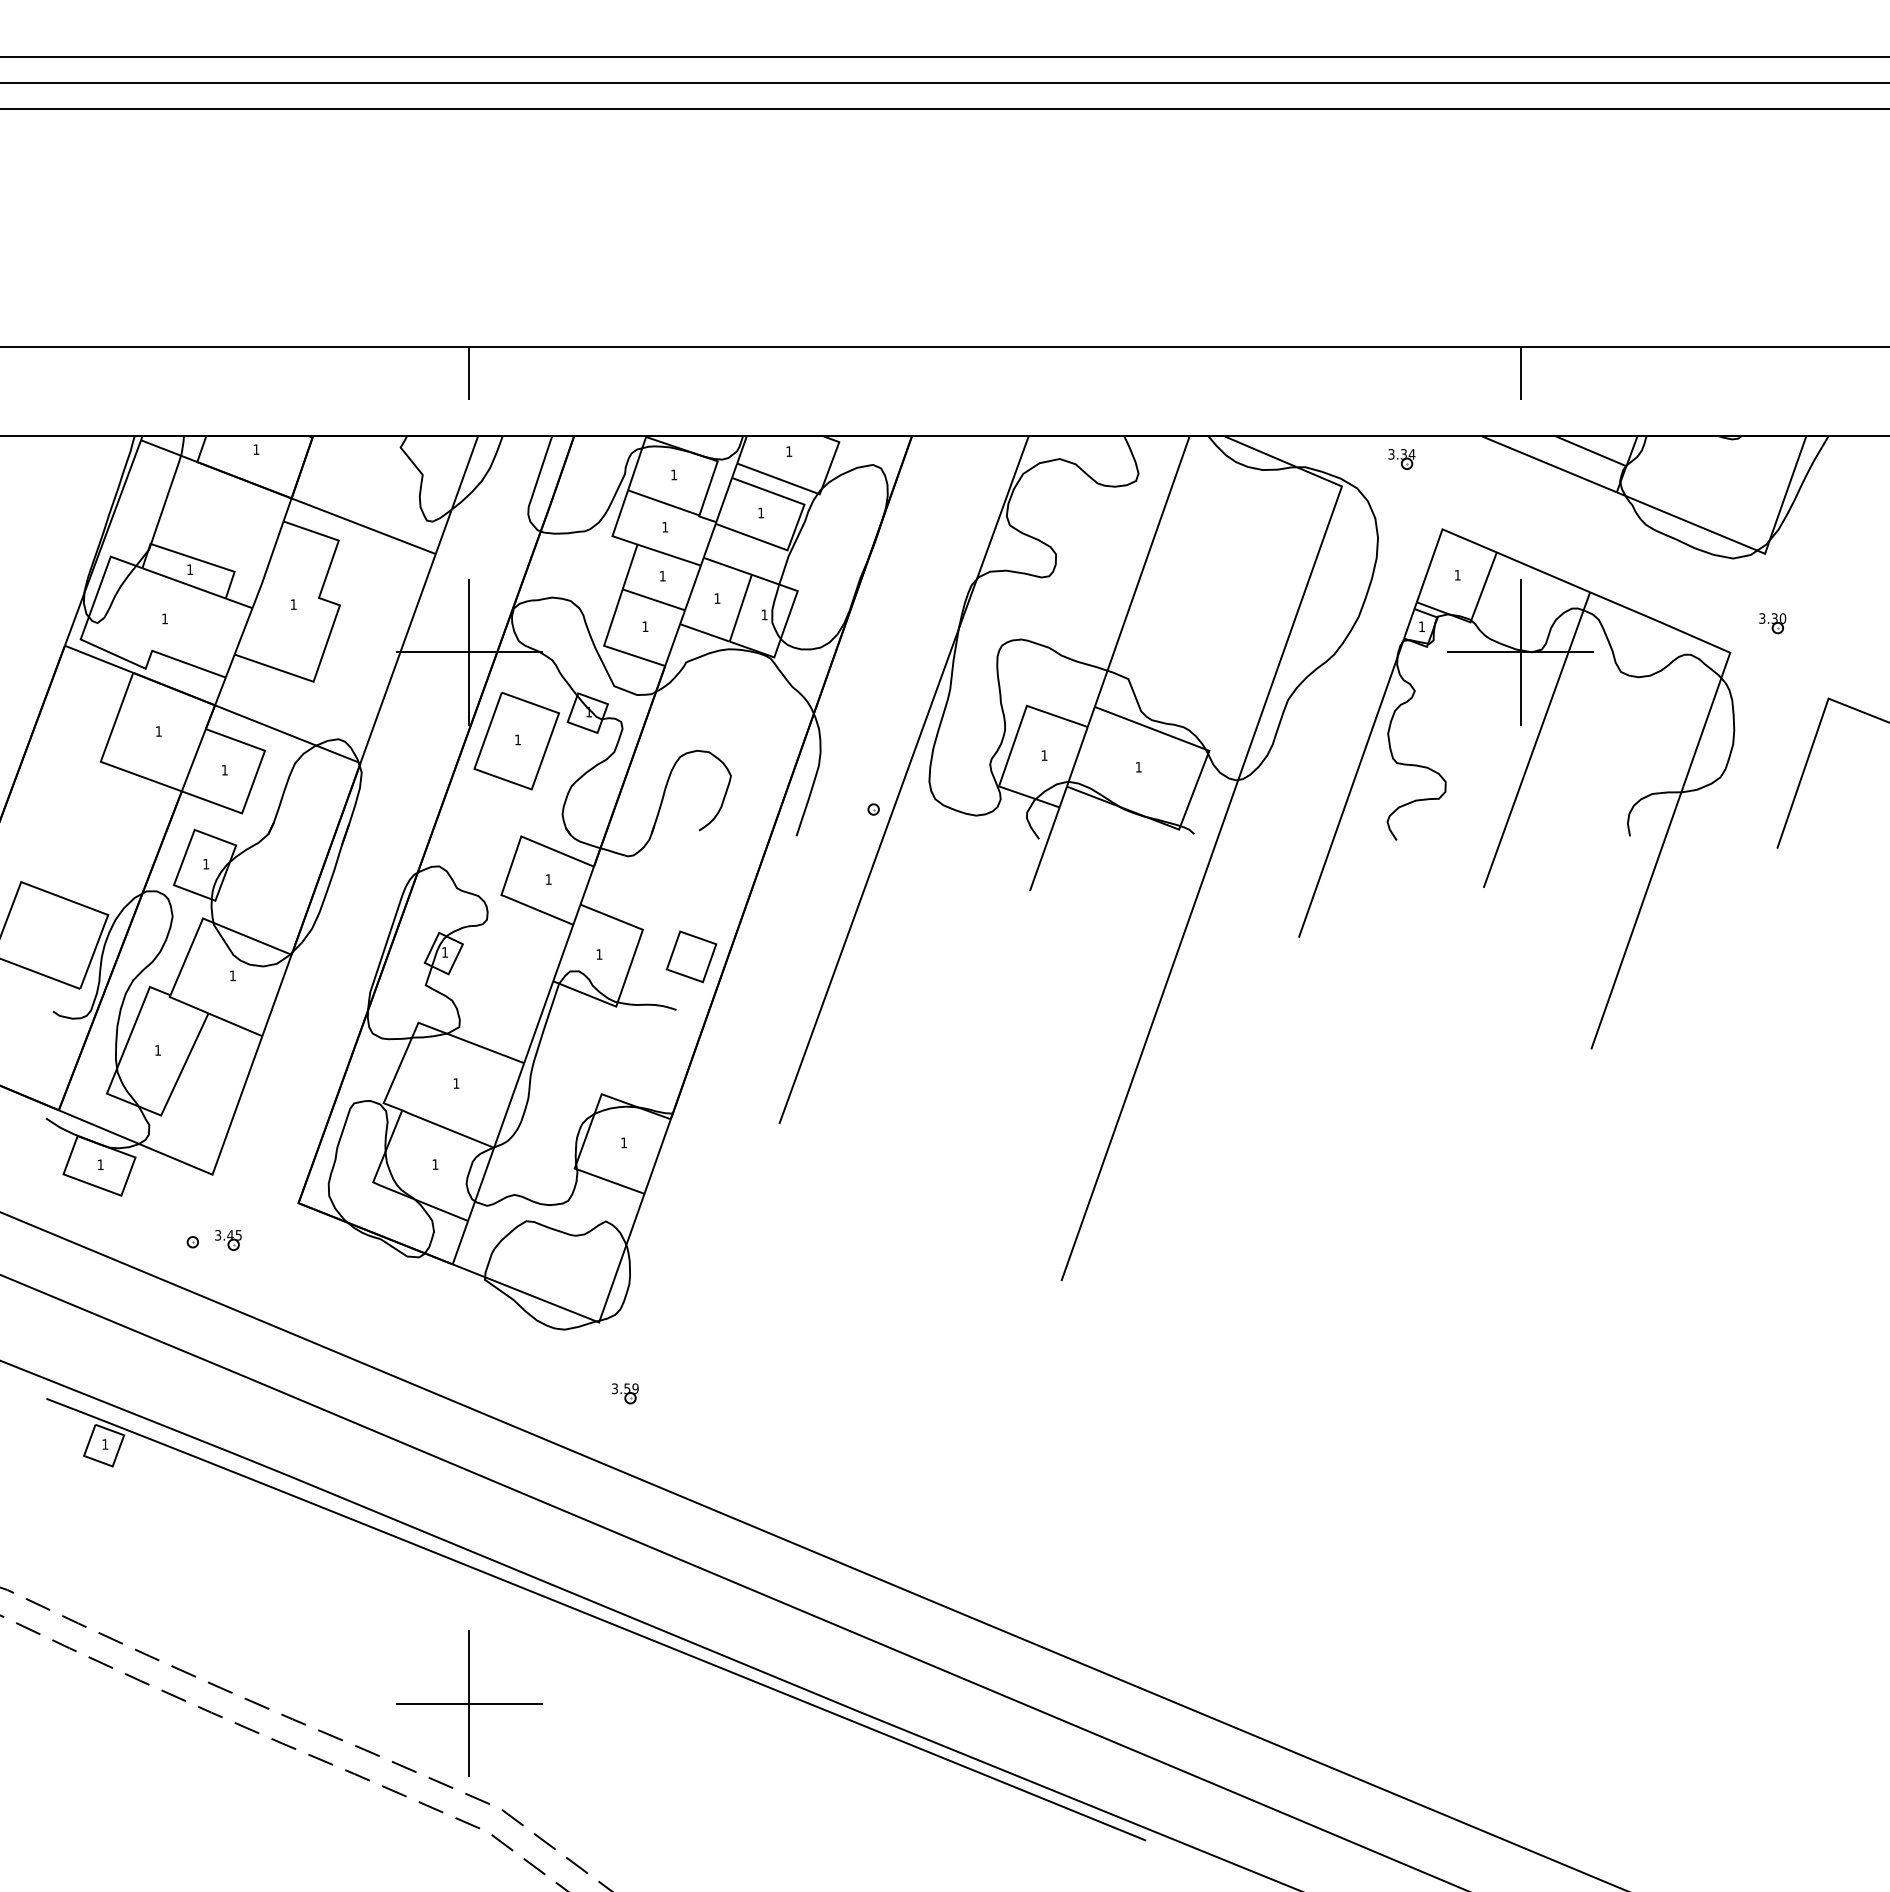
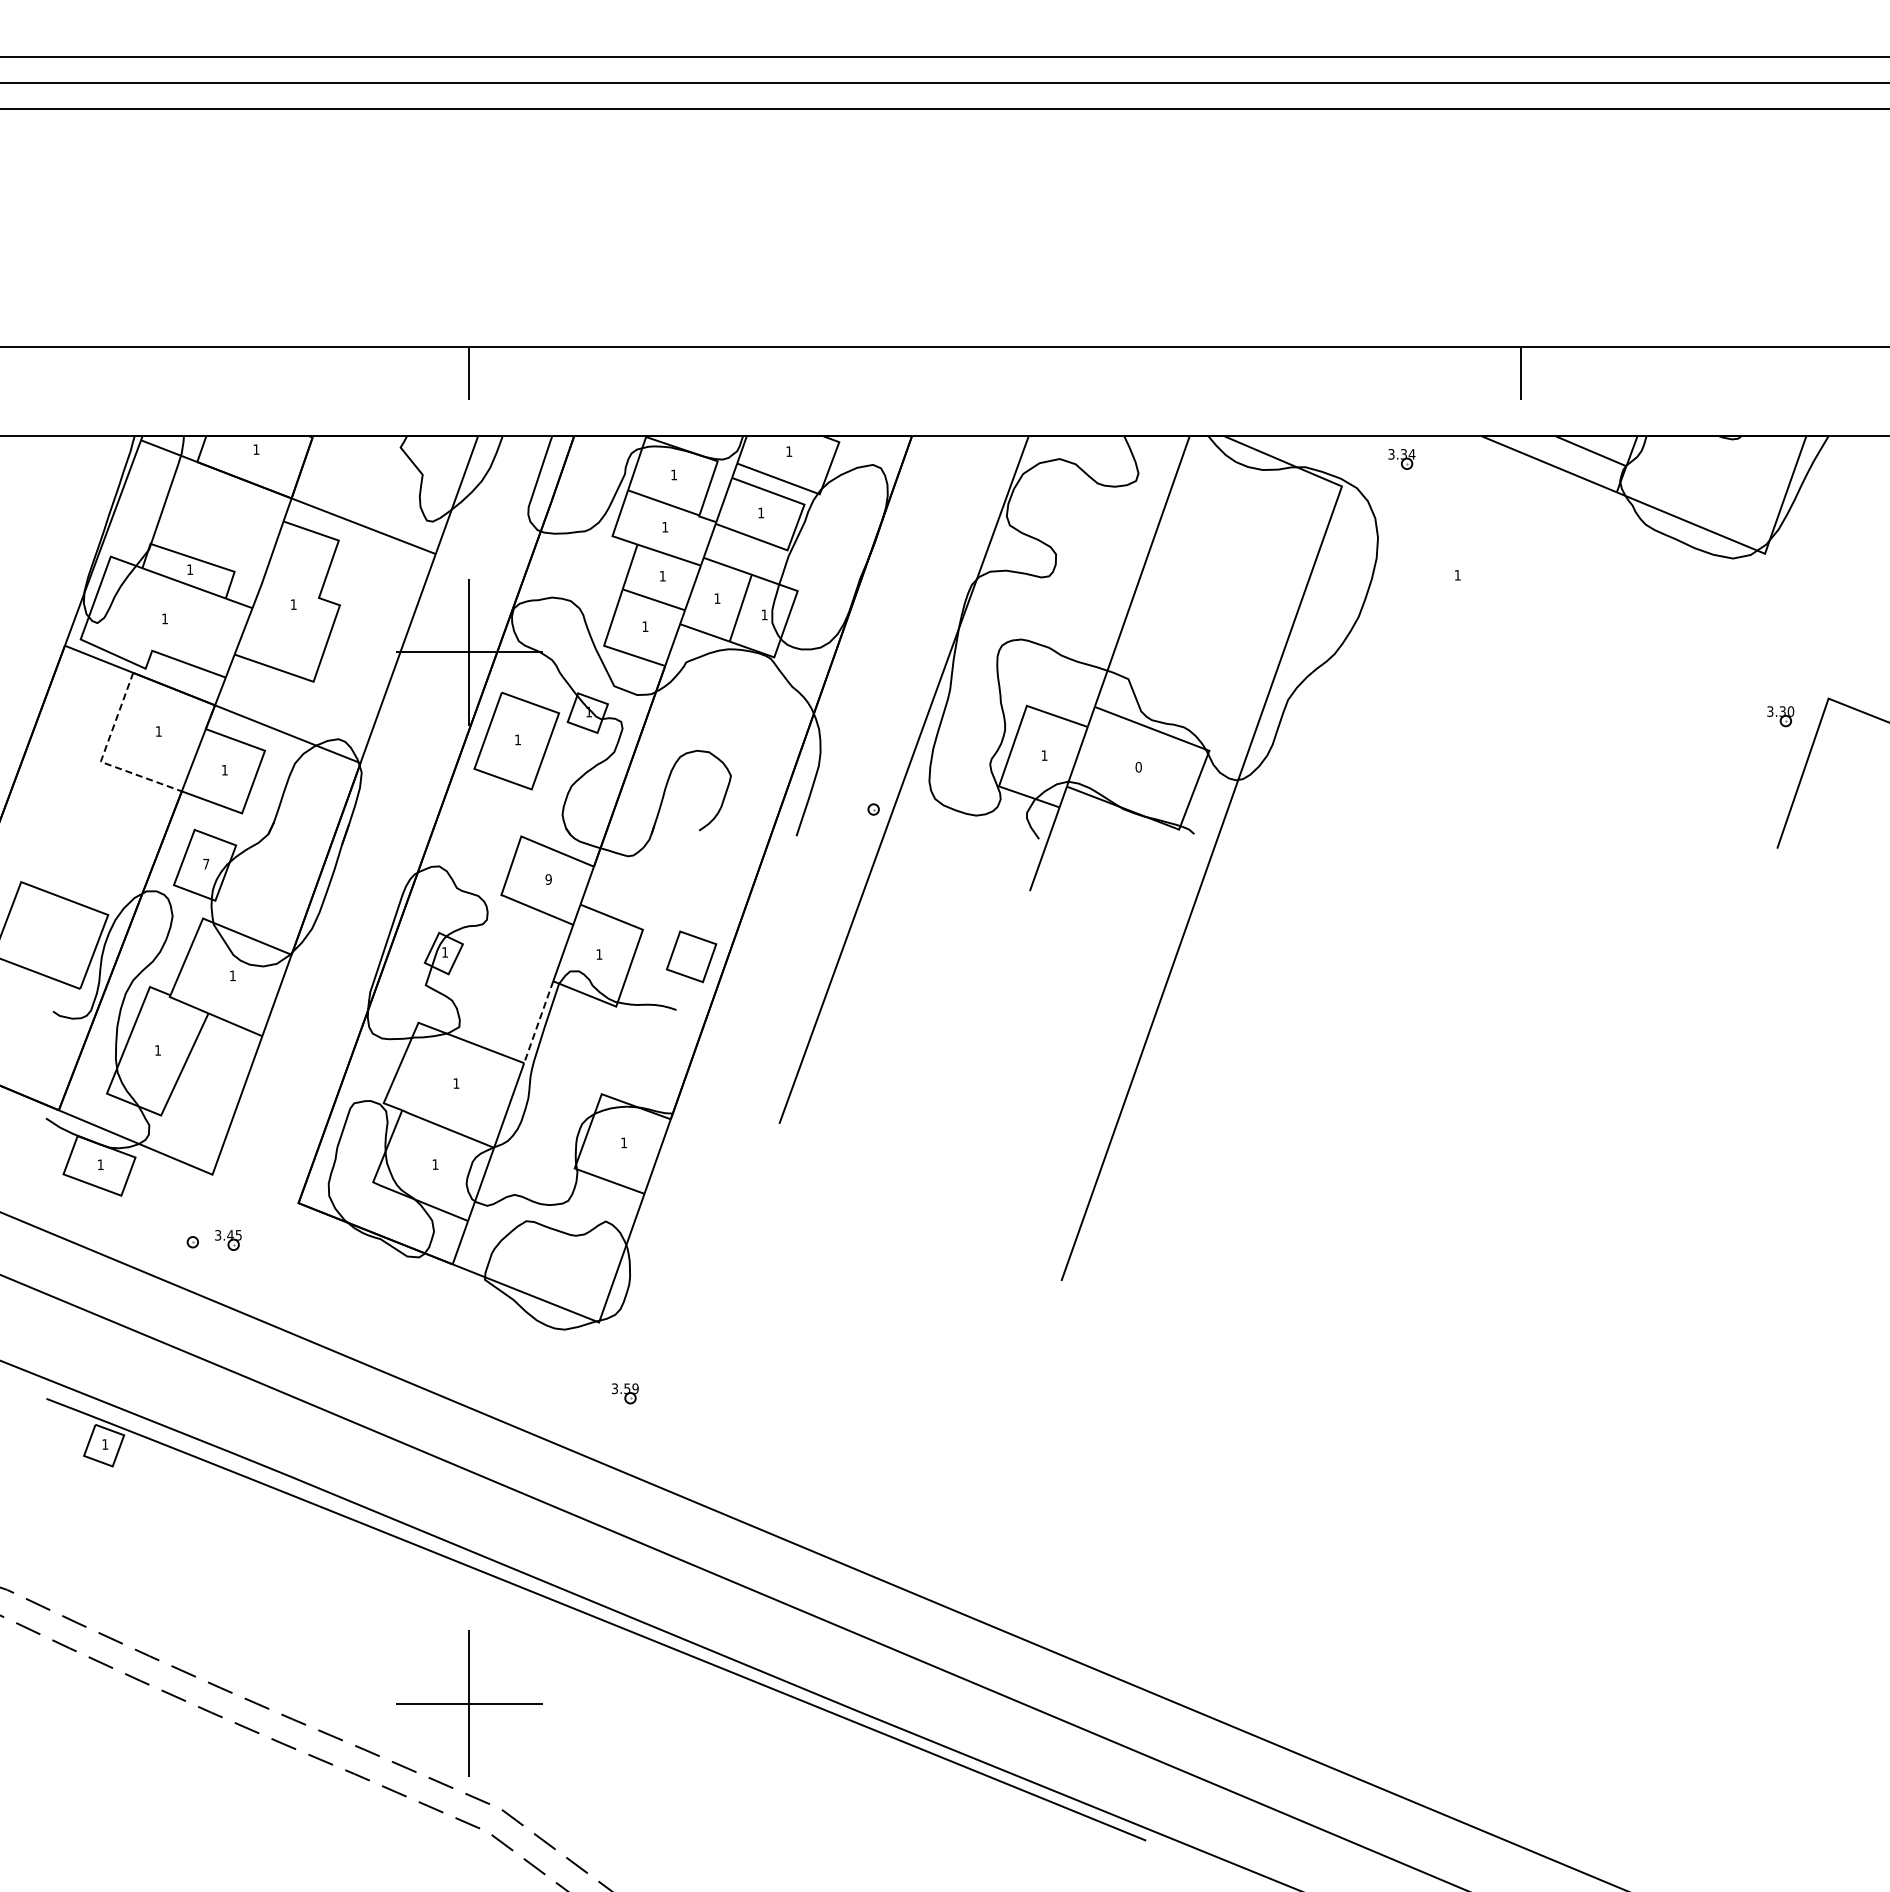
part at (1772, 623) position: (1772, 623) -> (1780, 716)
line at (101, 759): solid -> dashed
text at (1138, 766): 1 -> 0
part at (1516, 788): present -> none
text at (206, 864): 1 -> 7
text at (548, 879): 1 -> 9
line at (538, 1022): solid -> dashed
